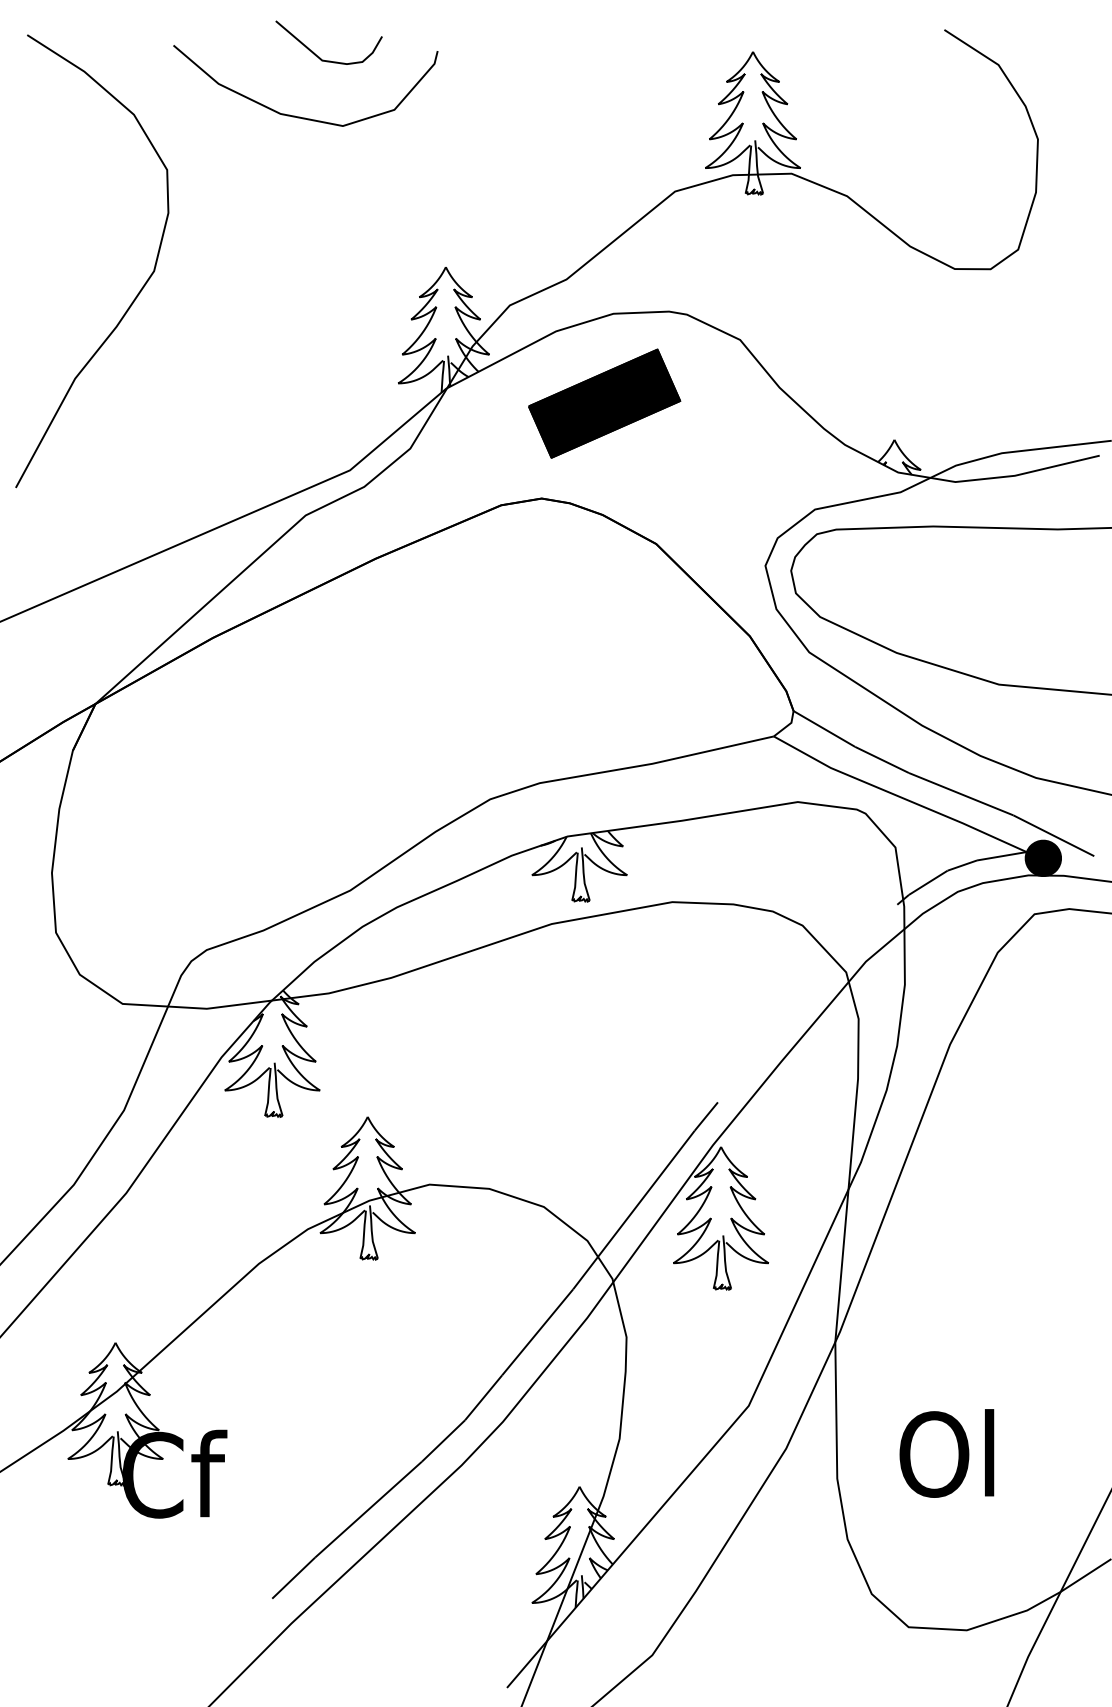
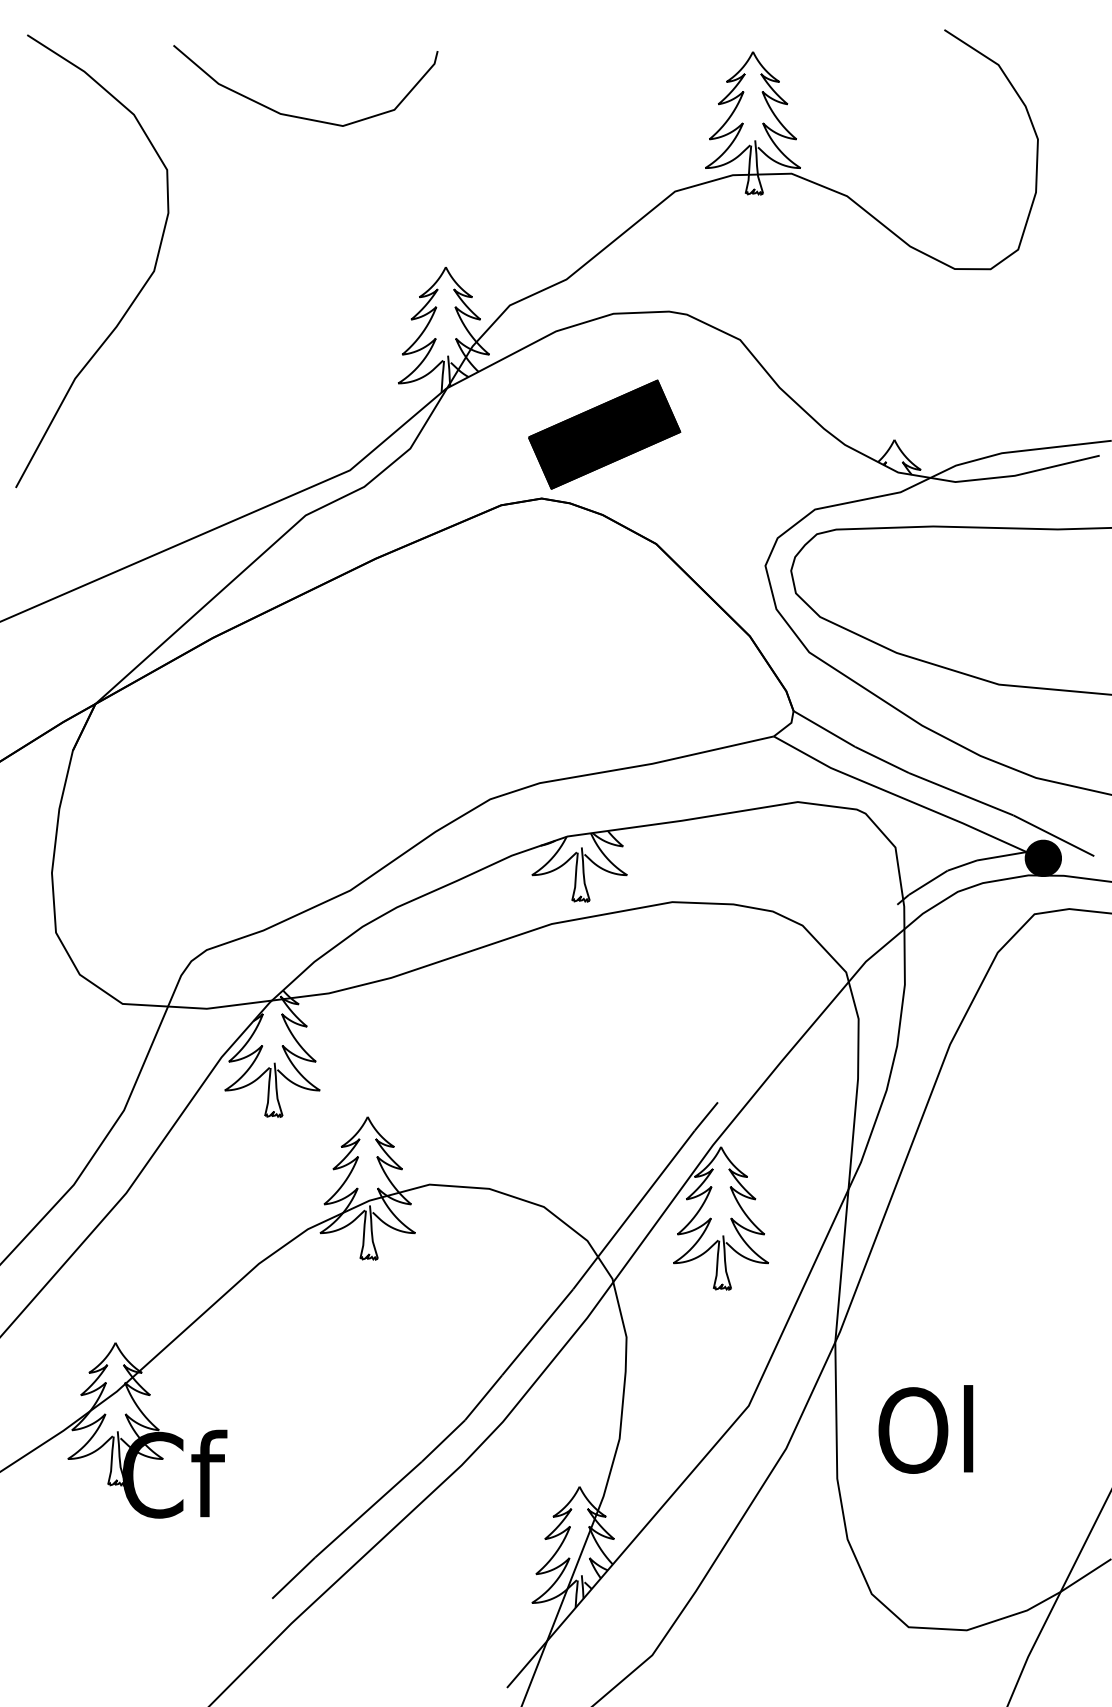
curve at (319, 56): present -> none
part at (604, 403) position: (604, 403) -> (604, 434)
text at (946, 1453) position: (946, 1453) -> (925, 1429)
